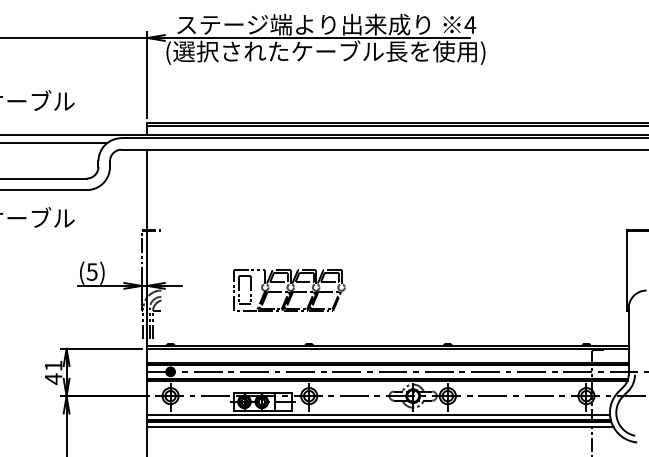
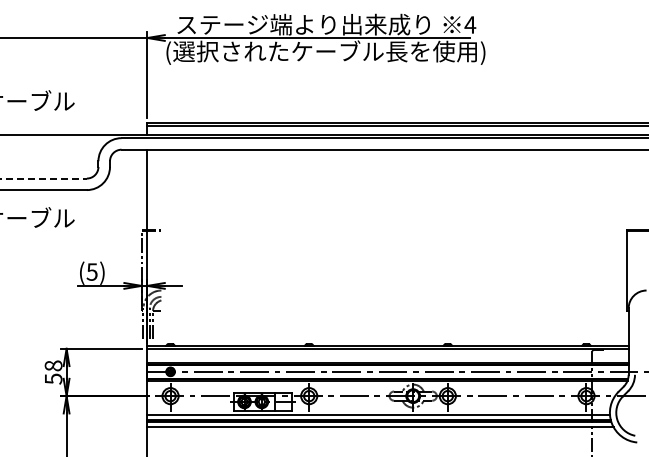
line at (54, 143): present -> none
line at (44, 178): solid -> dashed
part at (289, 290): present -> none
text at (53, 372): 41 -> 58
